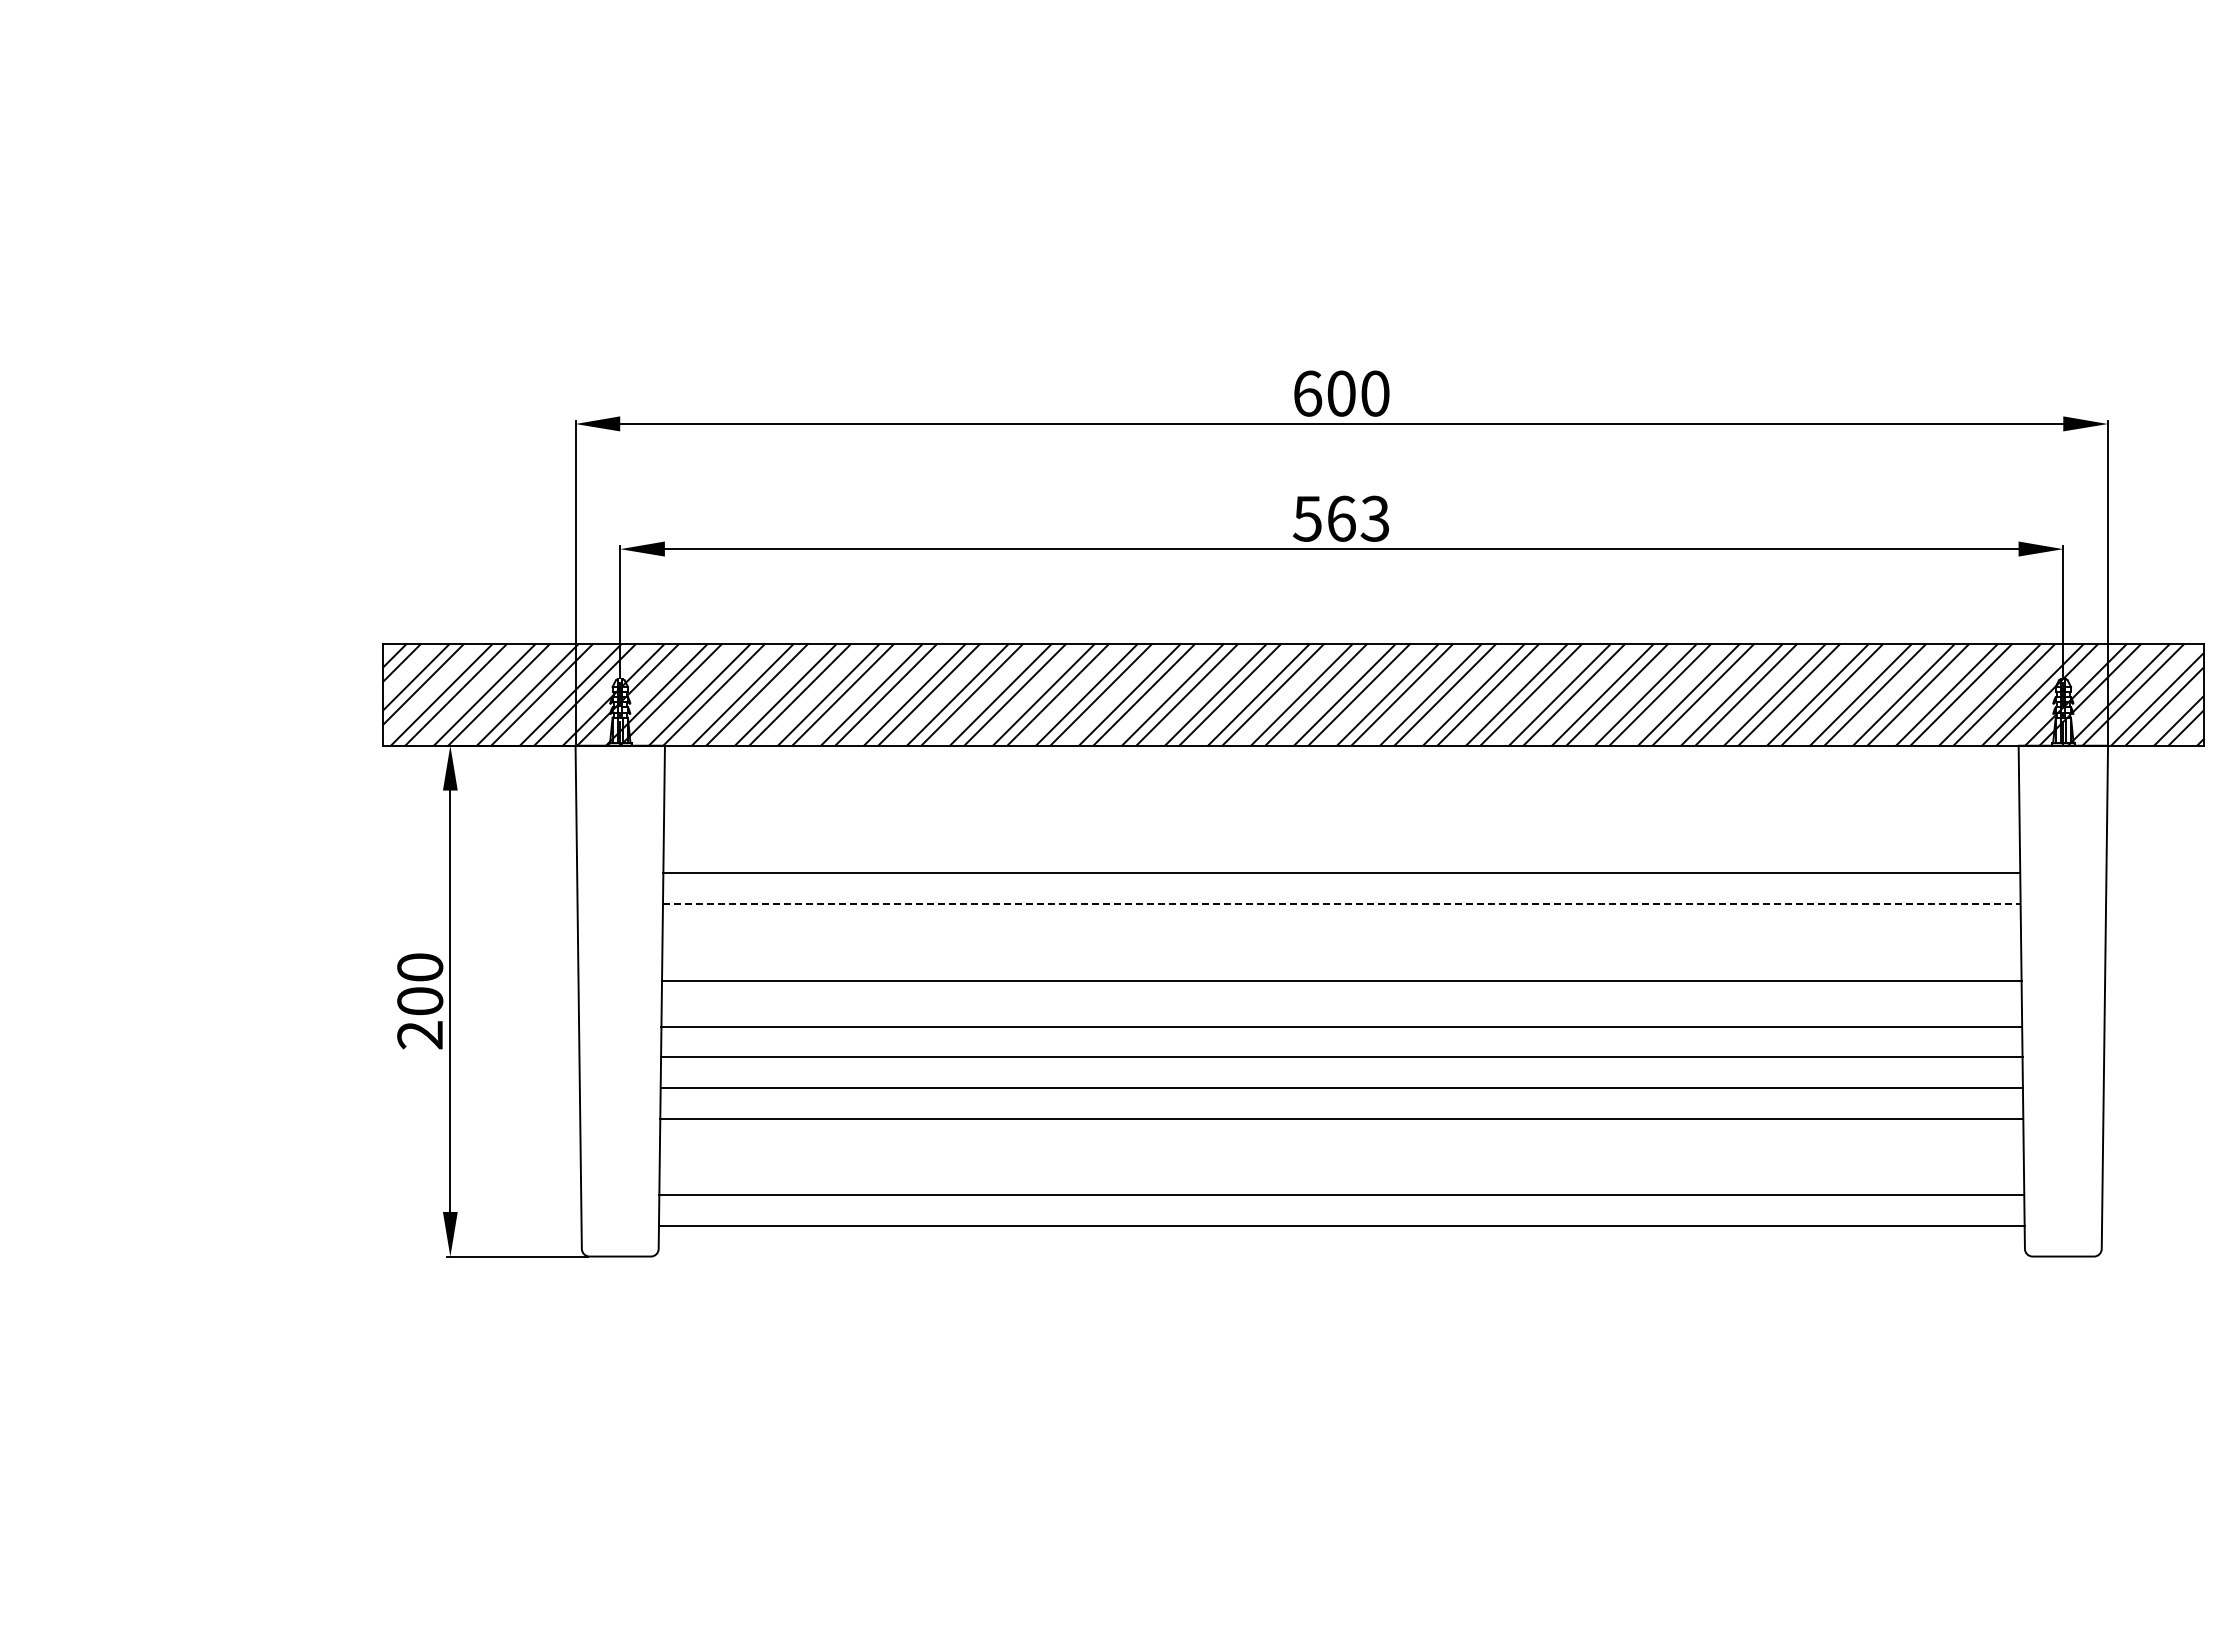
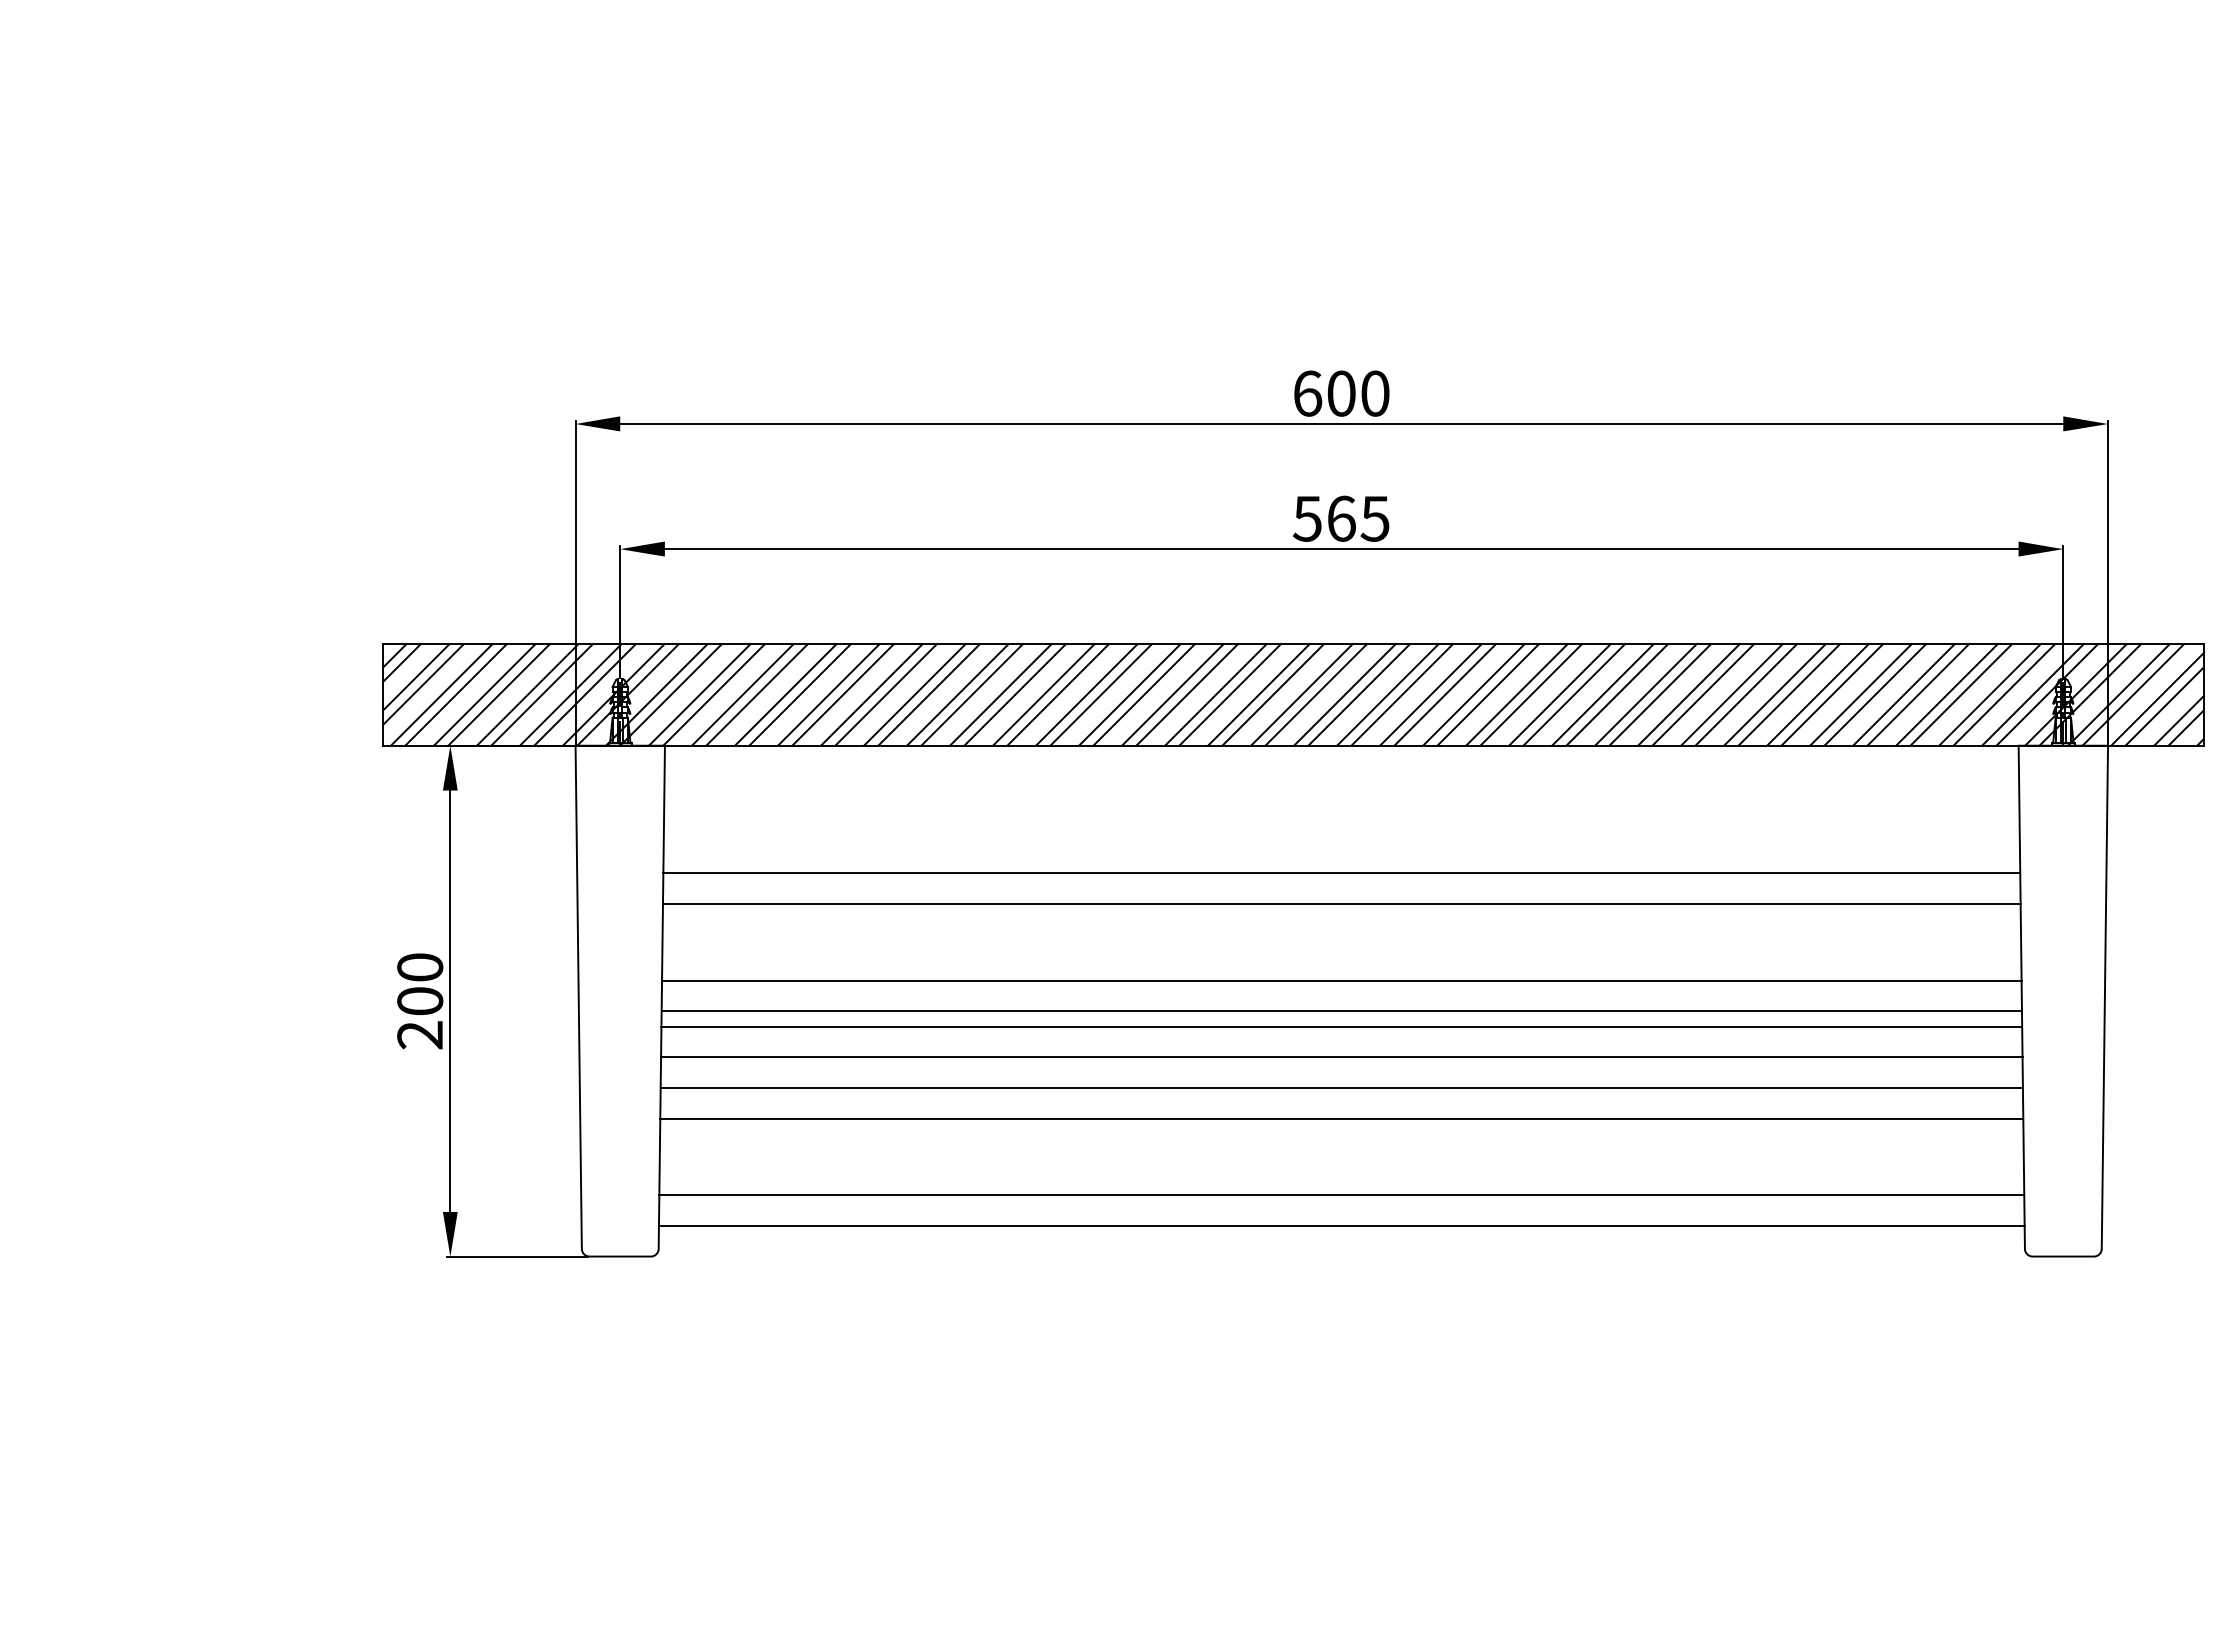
text at (1374, 518): 563 -> 565
line at (1341, 904): dashed -> solid
line at (1341, 1011): none -> present
